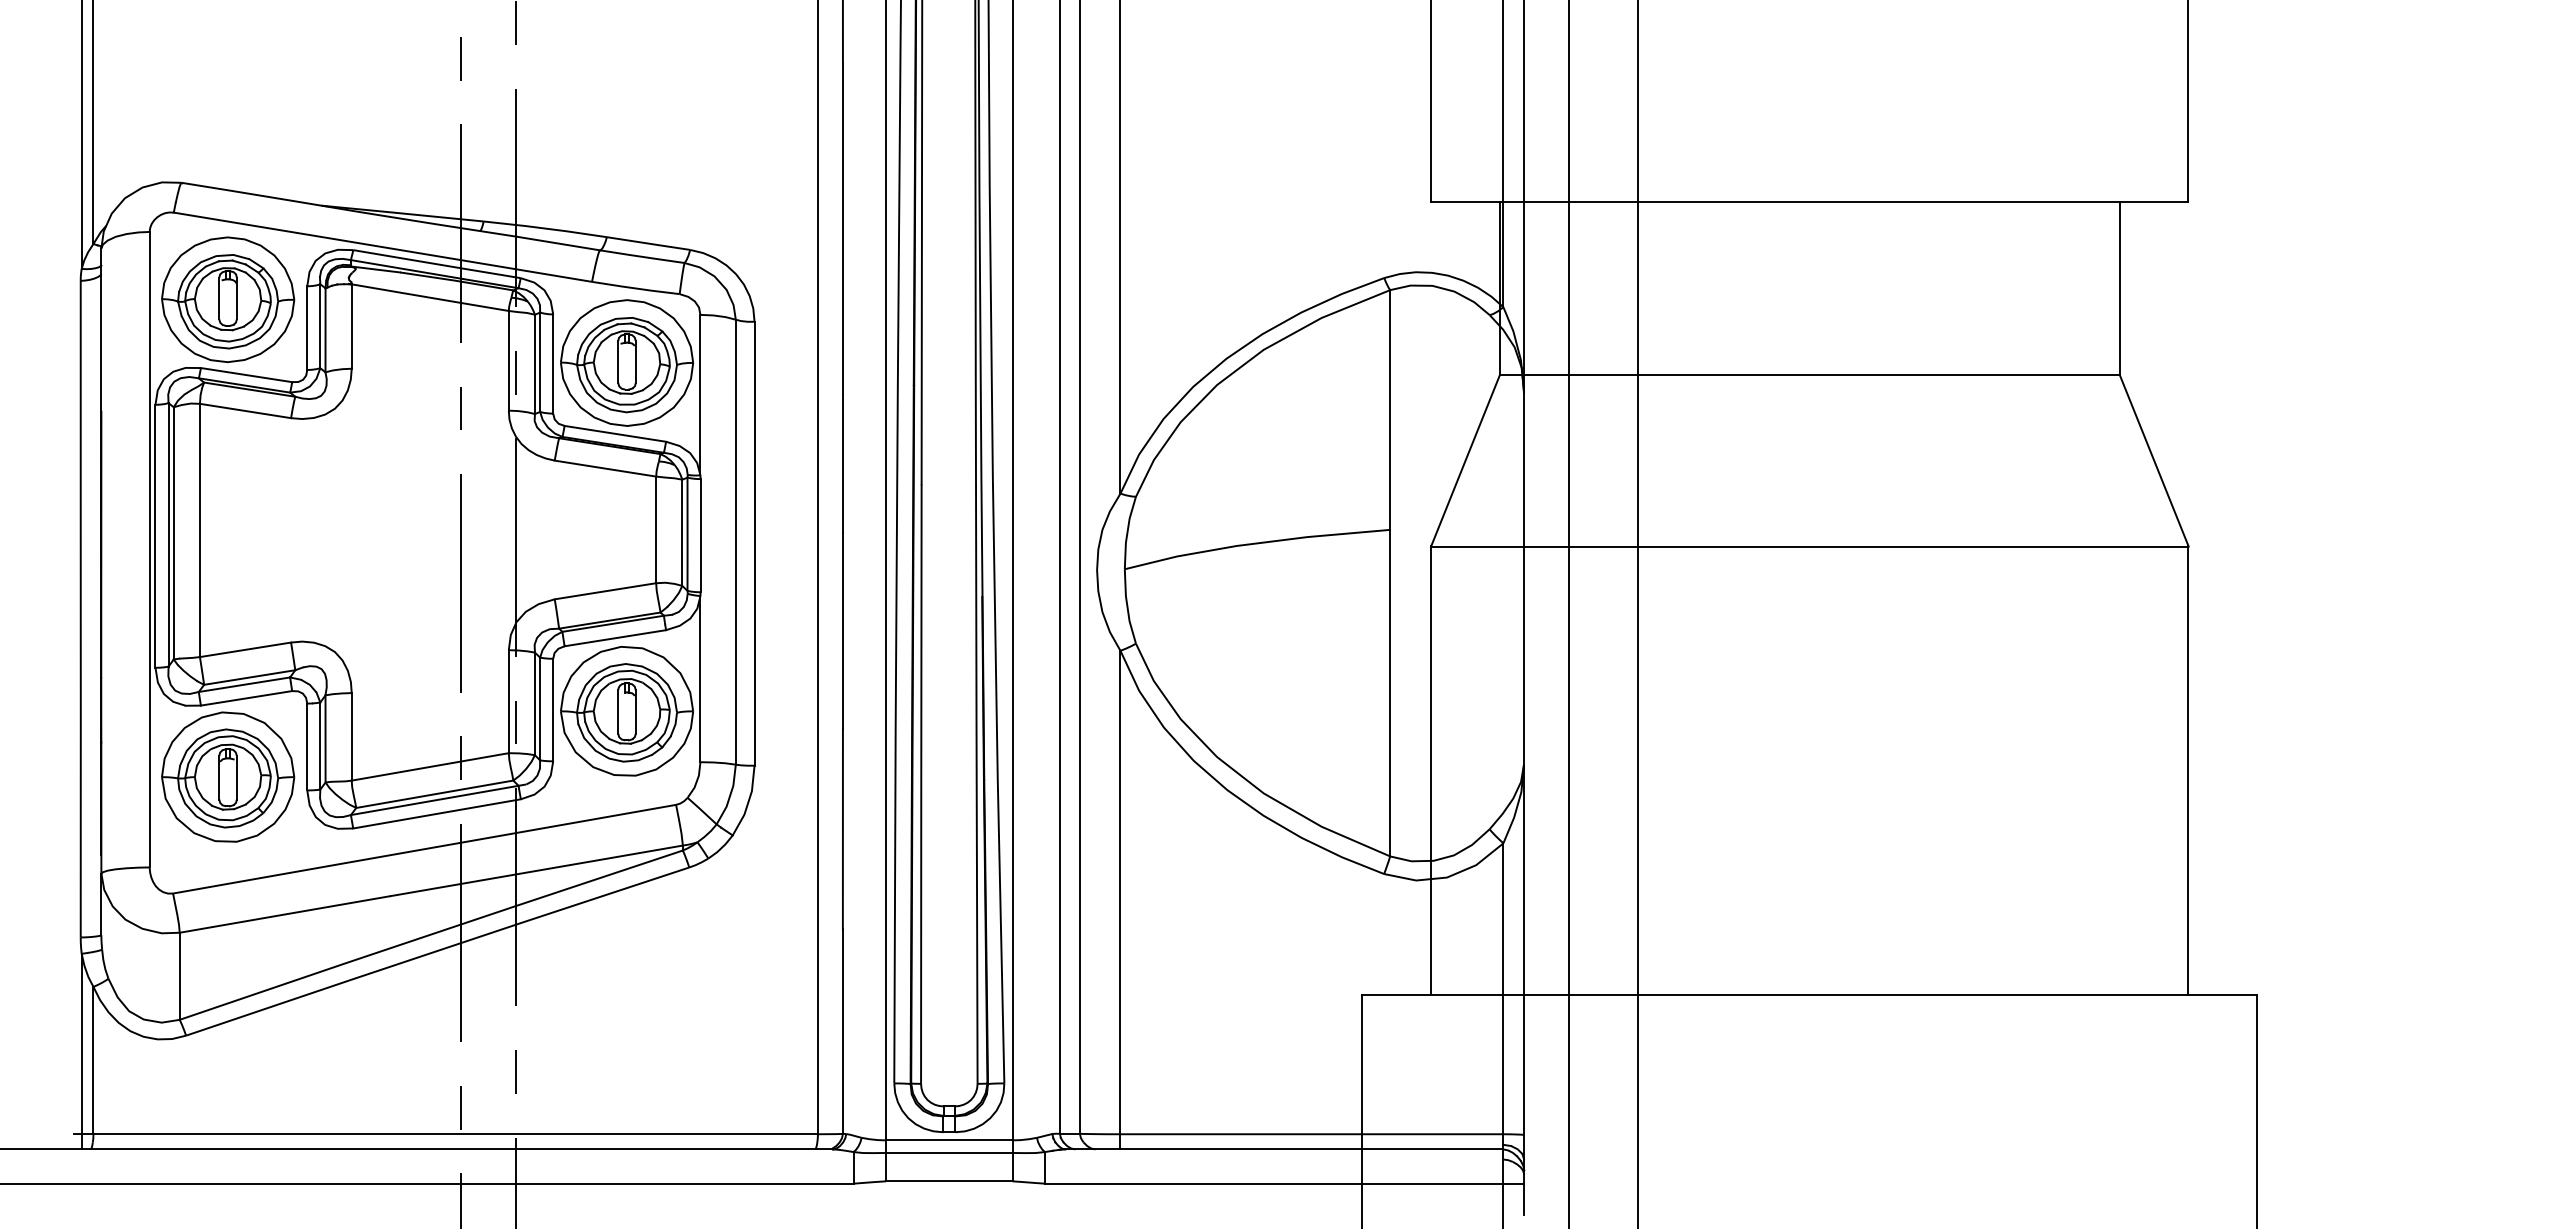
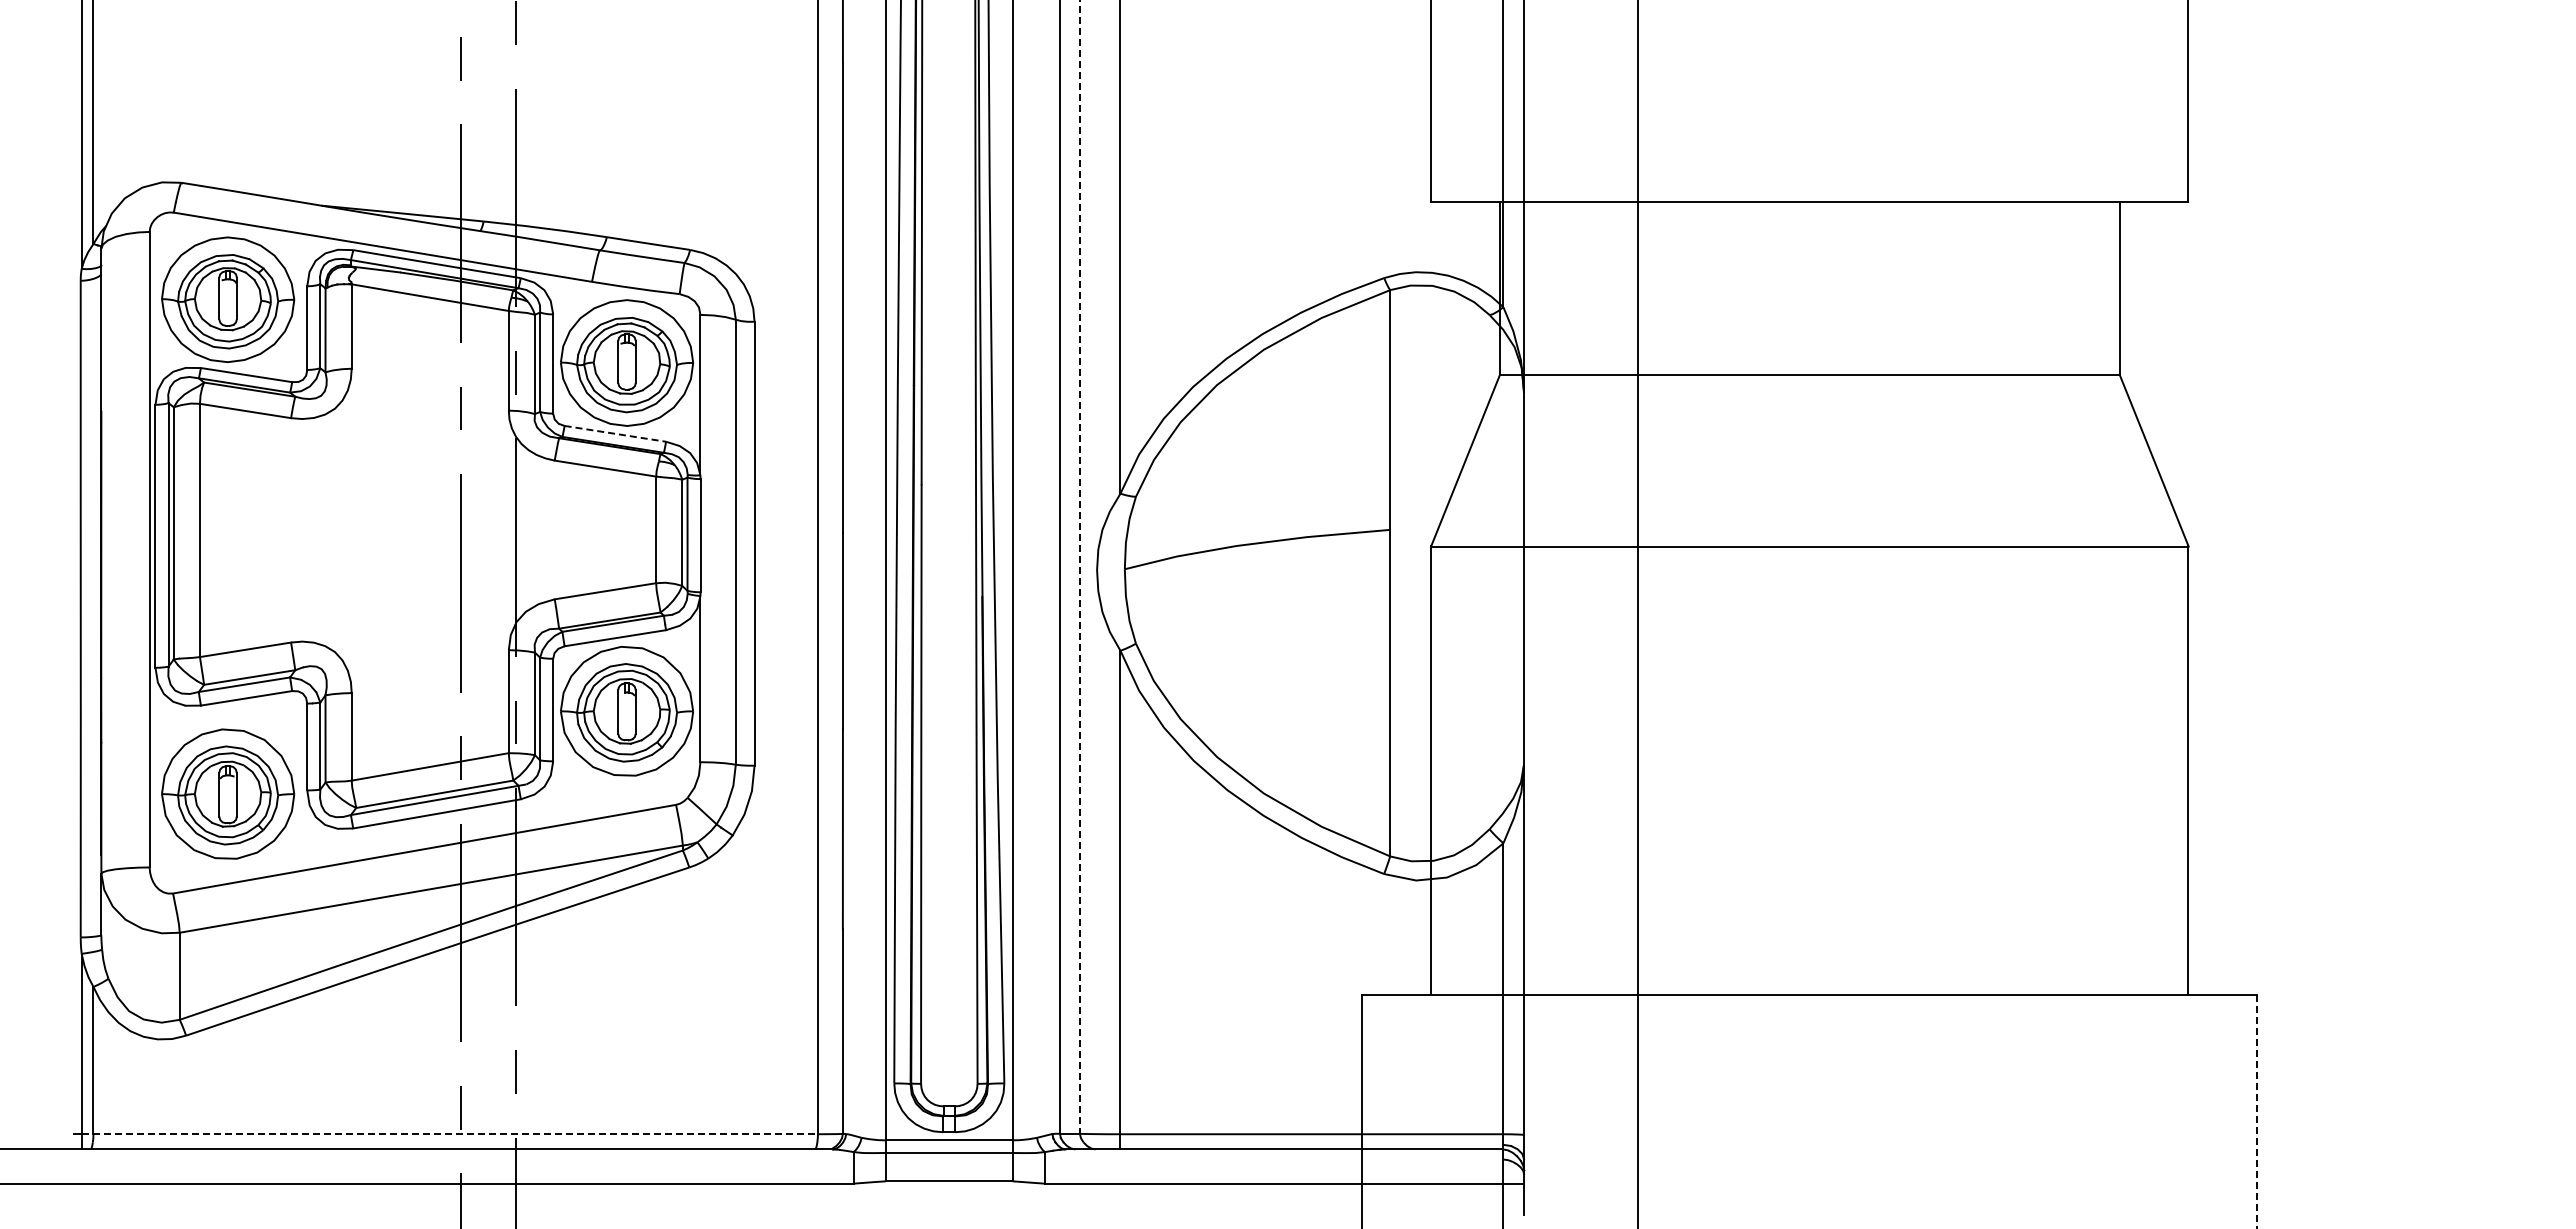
line at (615, 433): solid -> dashed
line at (1079, 567): solid -> dashed
line at (1568, 613): present -> none
part at (228, 776) position: (228, 776) -> (228, 793)
line at (2257, 1111): solid -> dashed
line at (450, 1134): solid -> dashed
